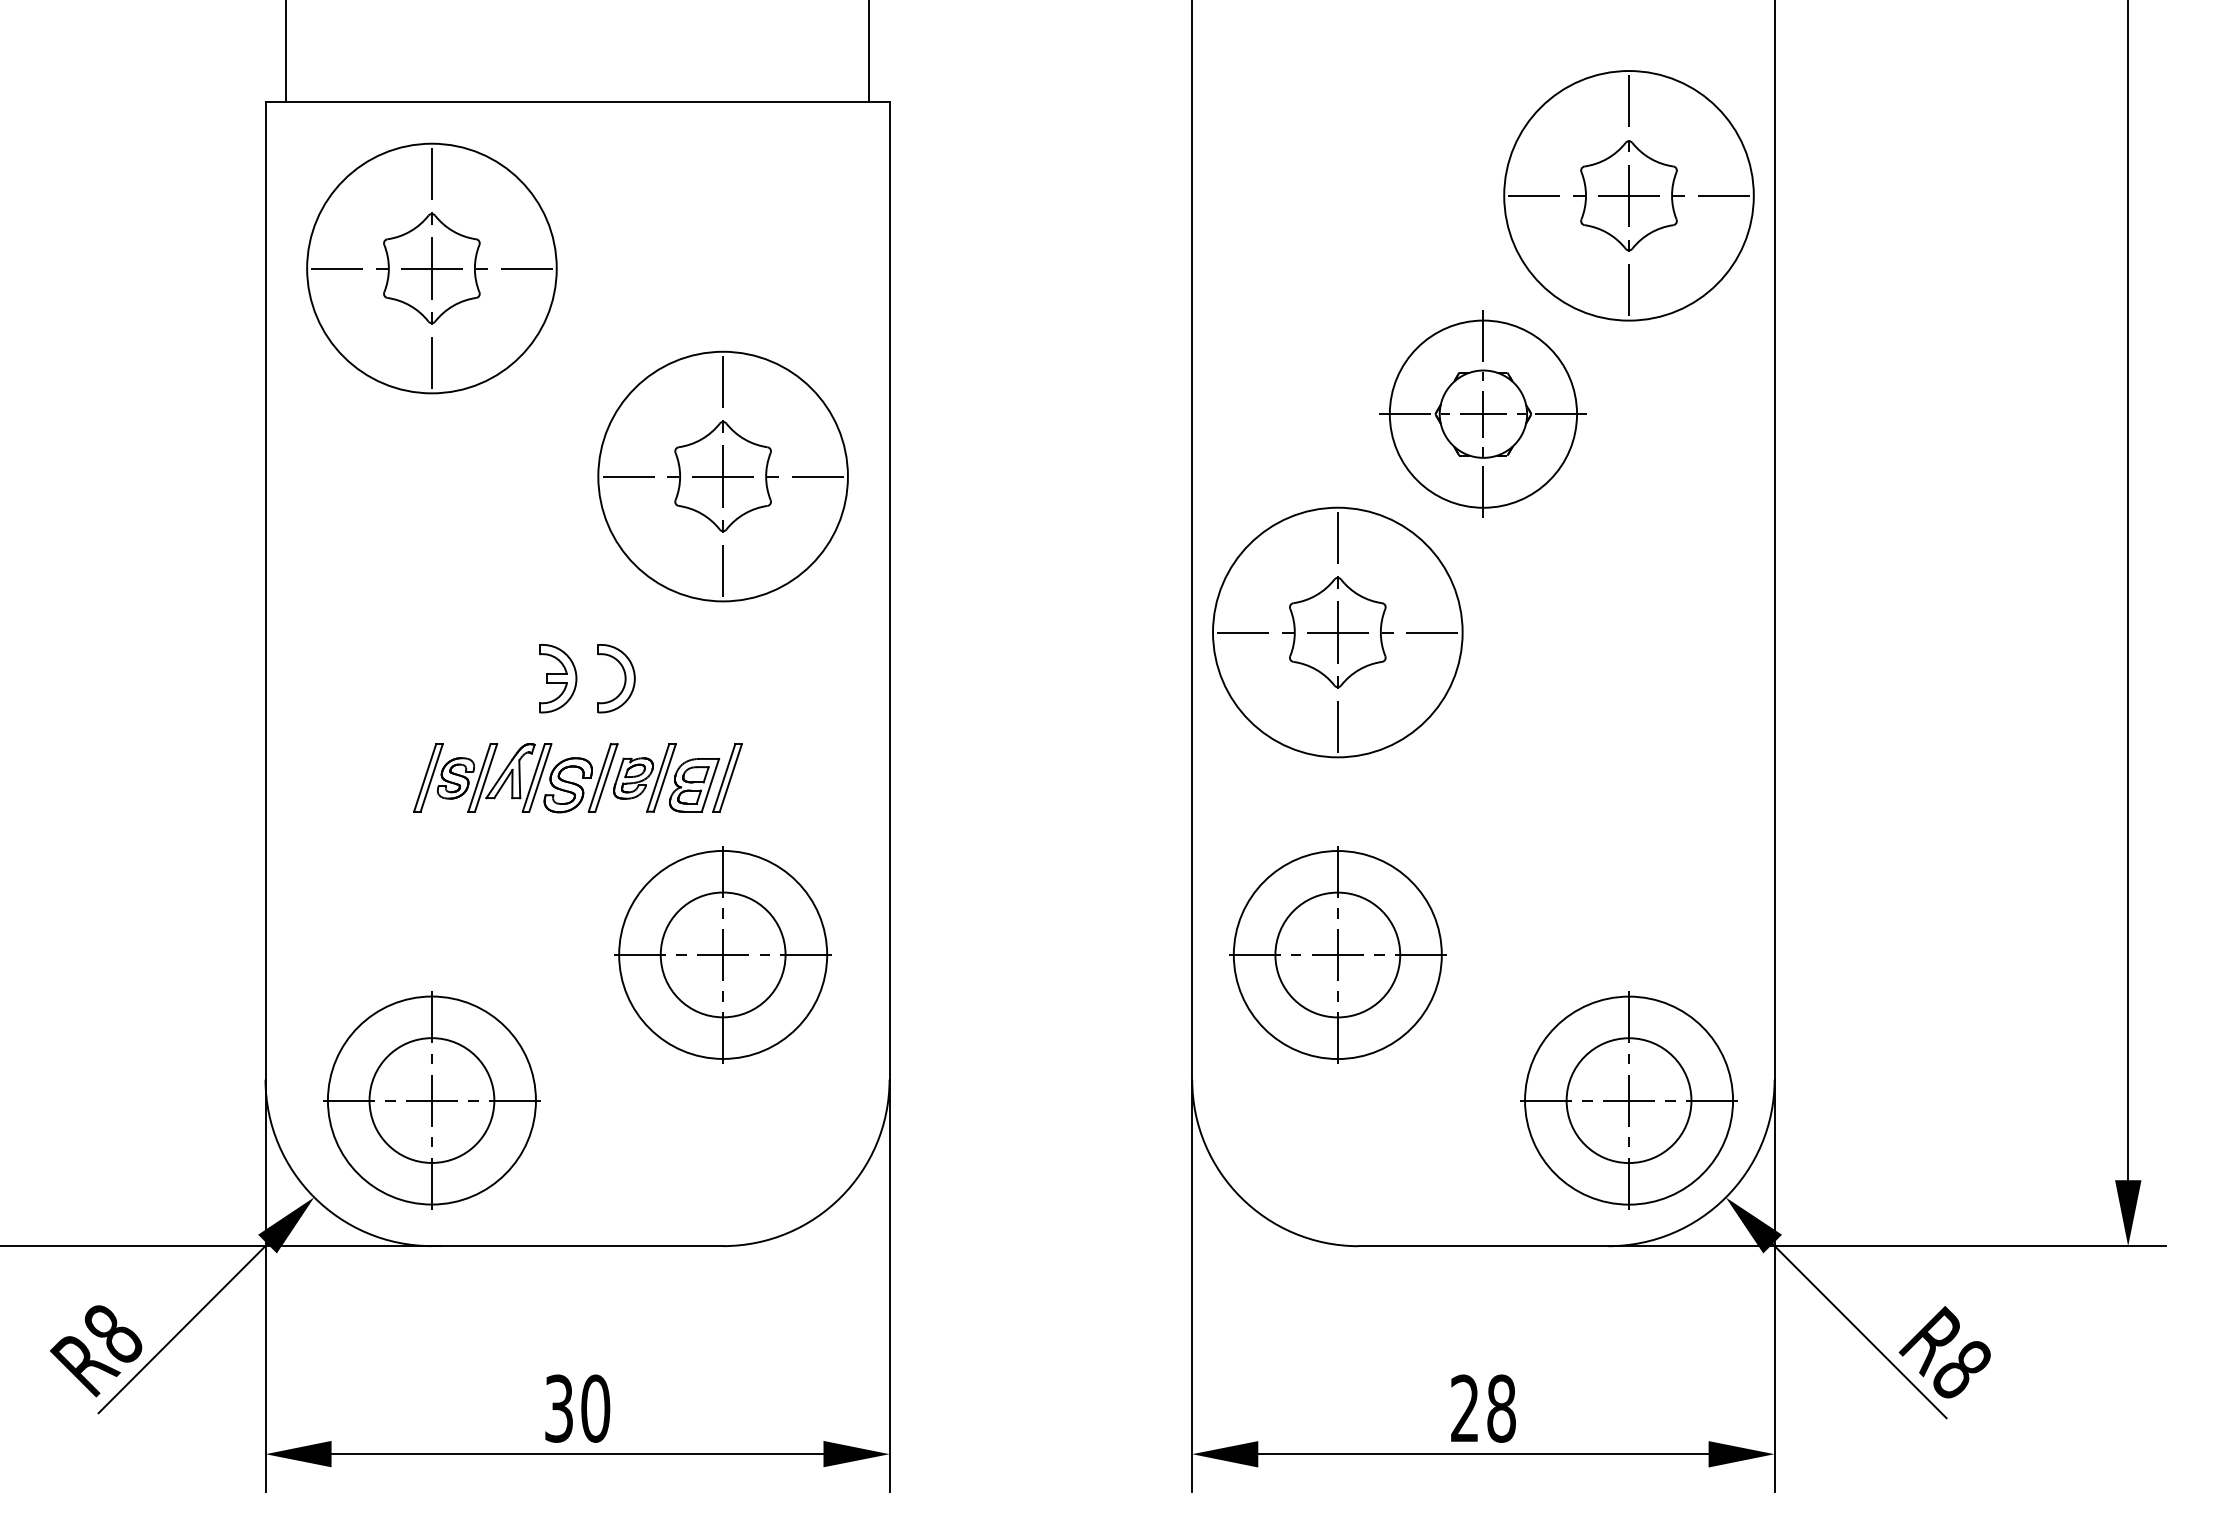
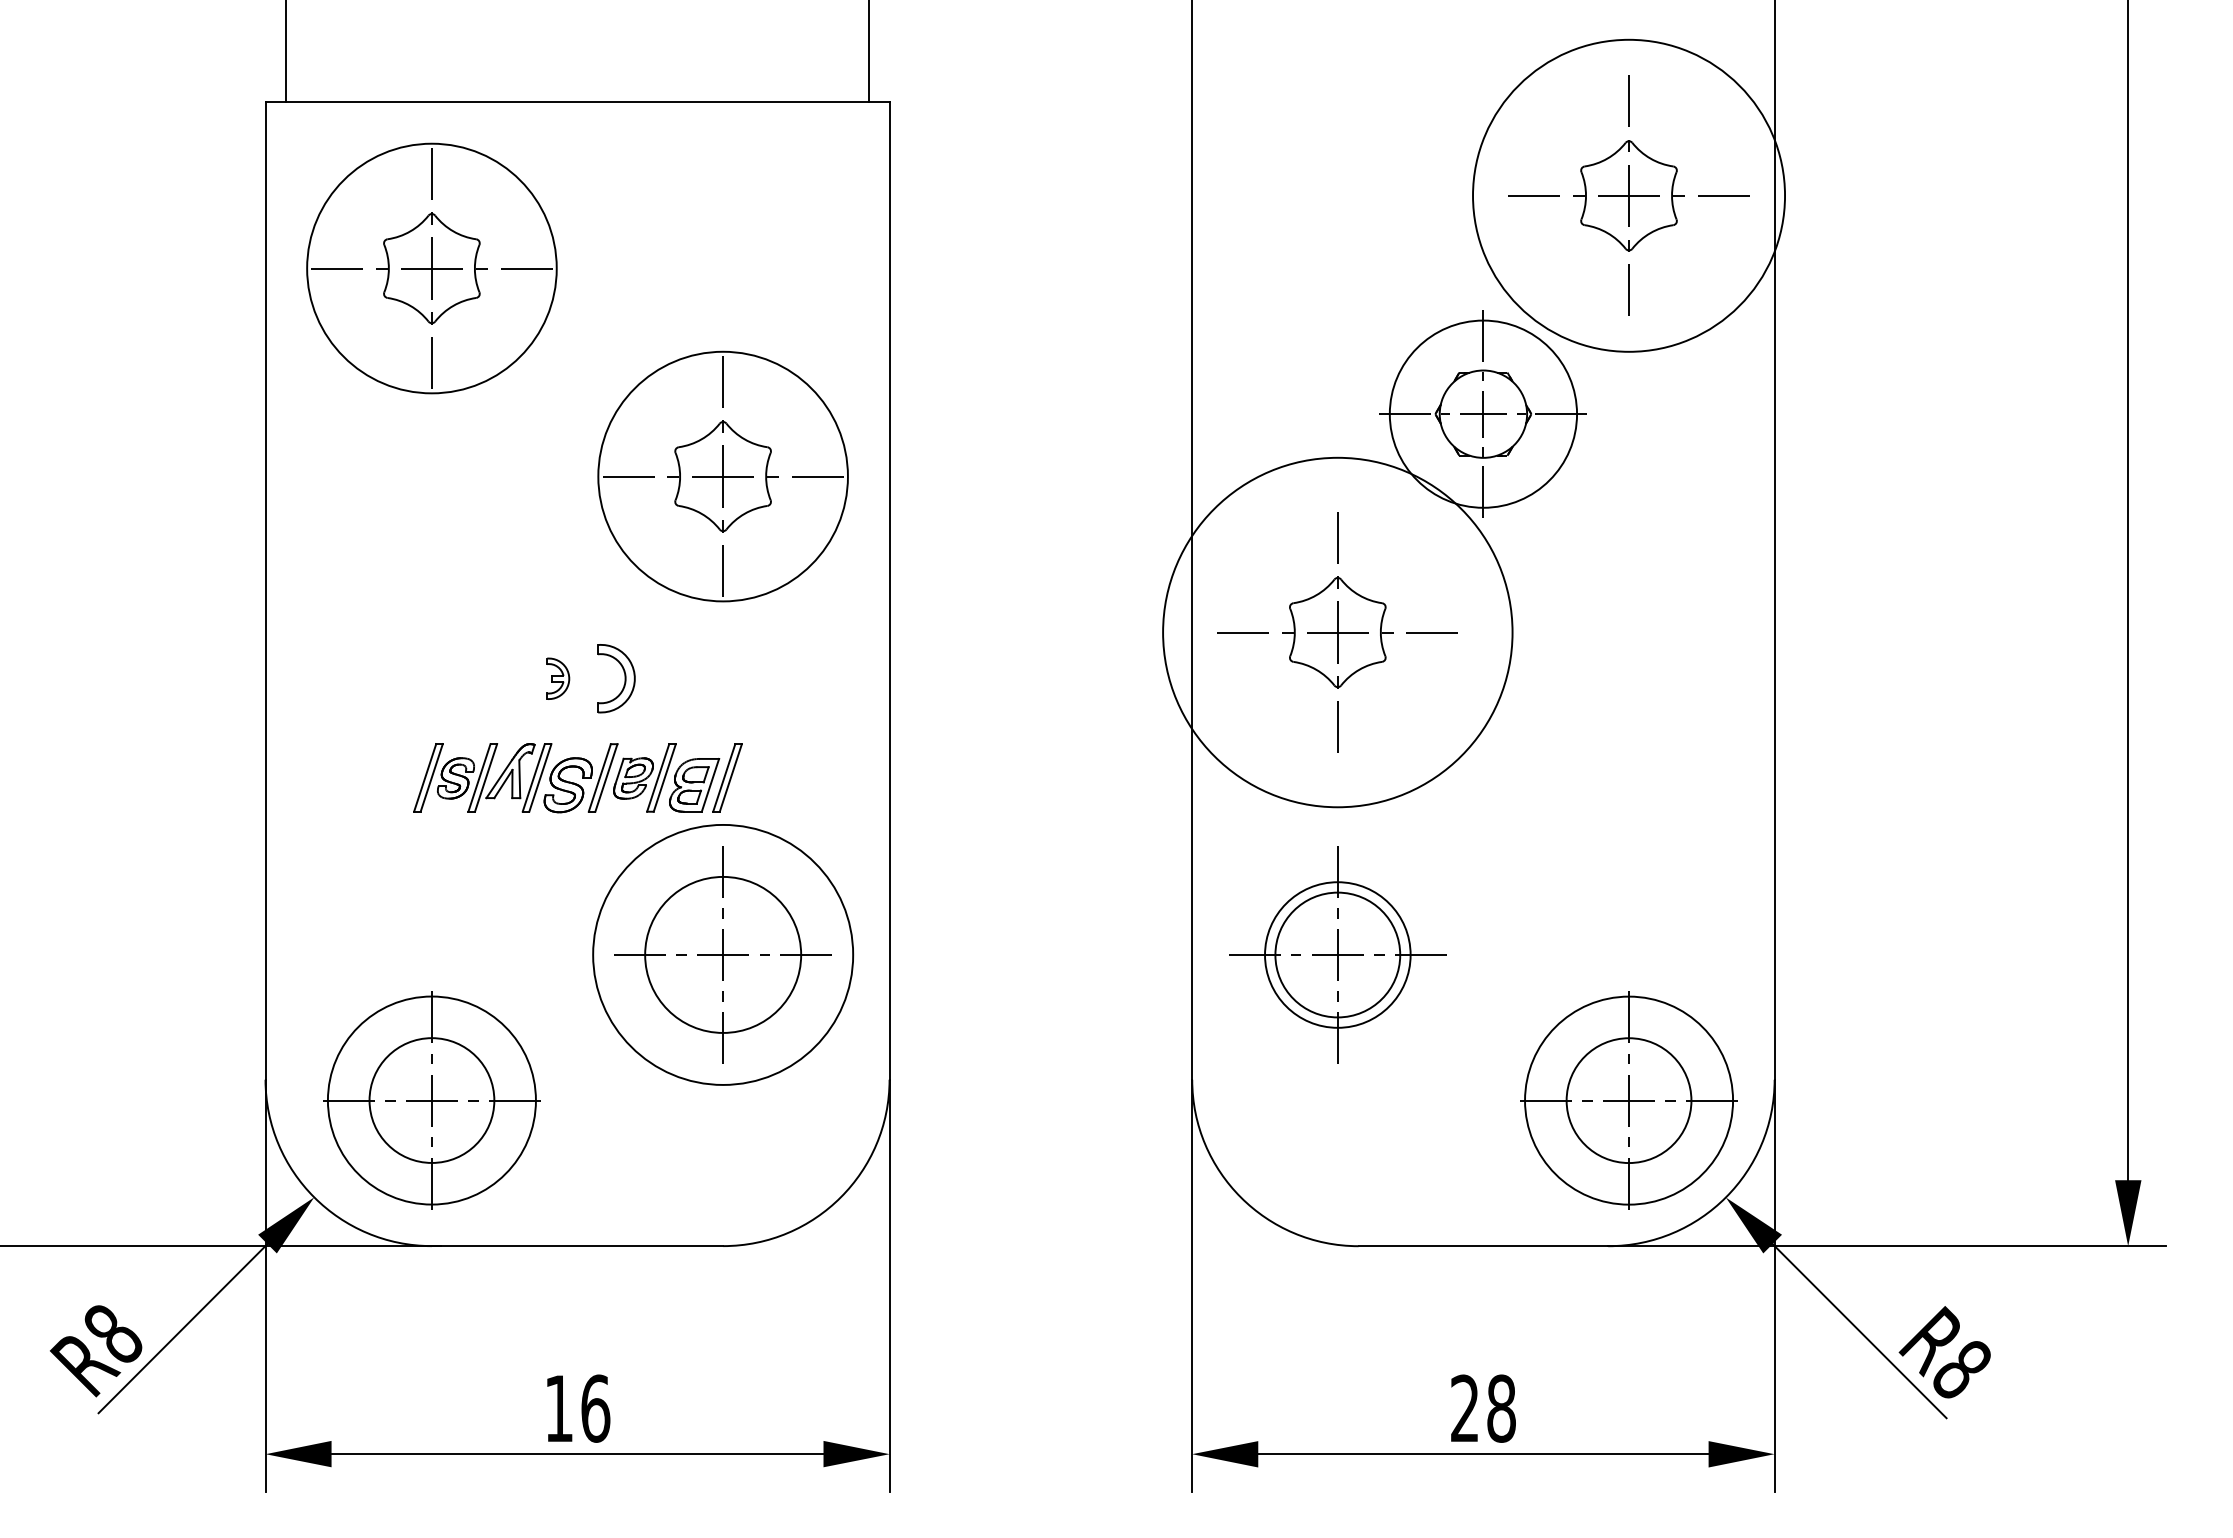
circle at (1628, 195) diameter: 250 px -> 312 px
circle at (1337, 632) diameter: 250 px -> 349 px
part at (558, 678) size: 39x70 px -> 25x43 px
circle at (722, 954) diameter: 125 px -> 156 px
circle at (723, 954) diameter: 208 px -> 260 px
circle at (1337, 955) diameter: 208 px -> 146 px
text at (577, 1408): 30 -> 16
